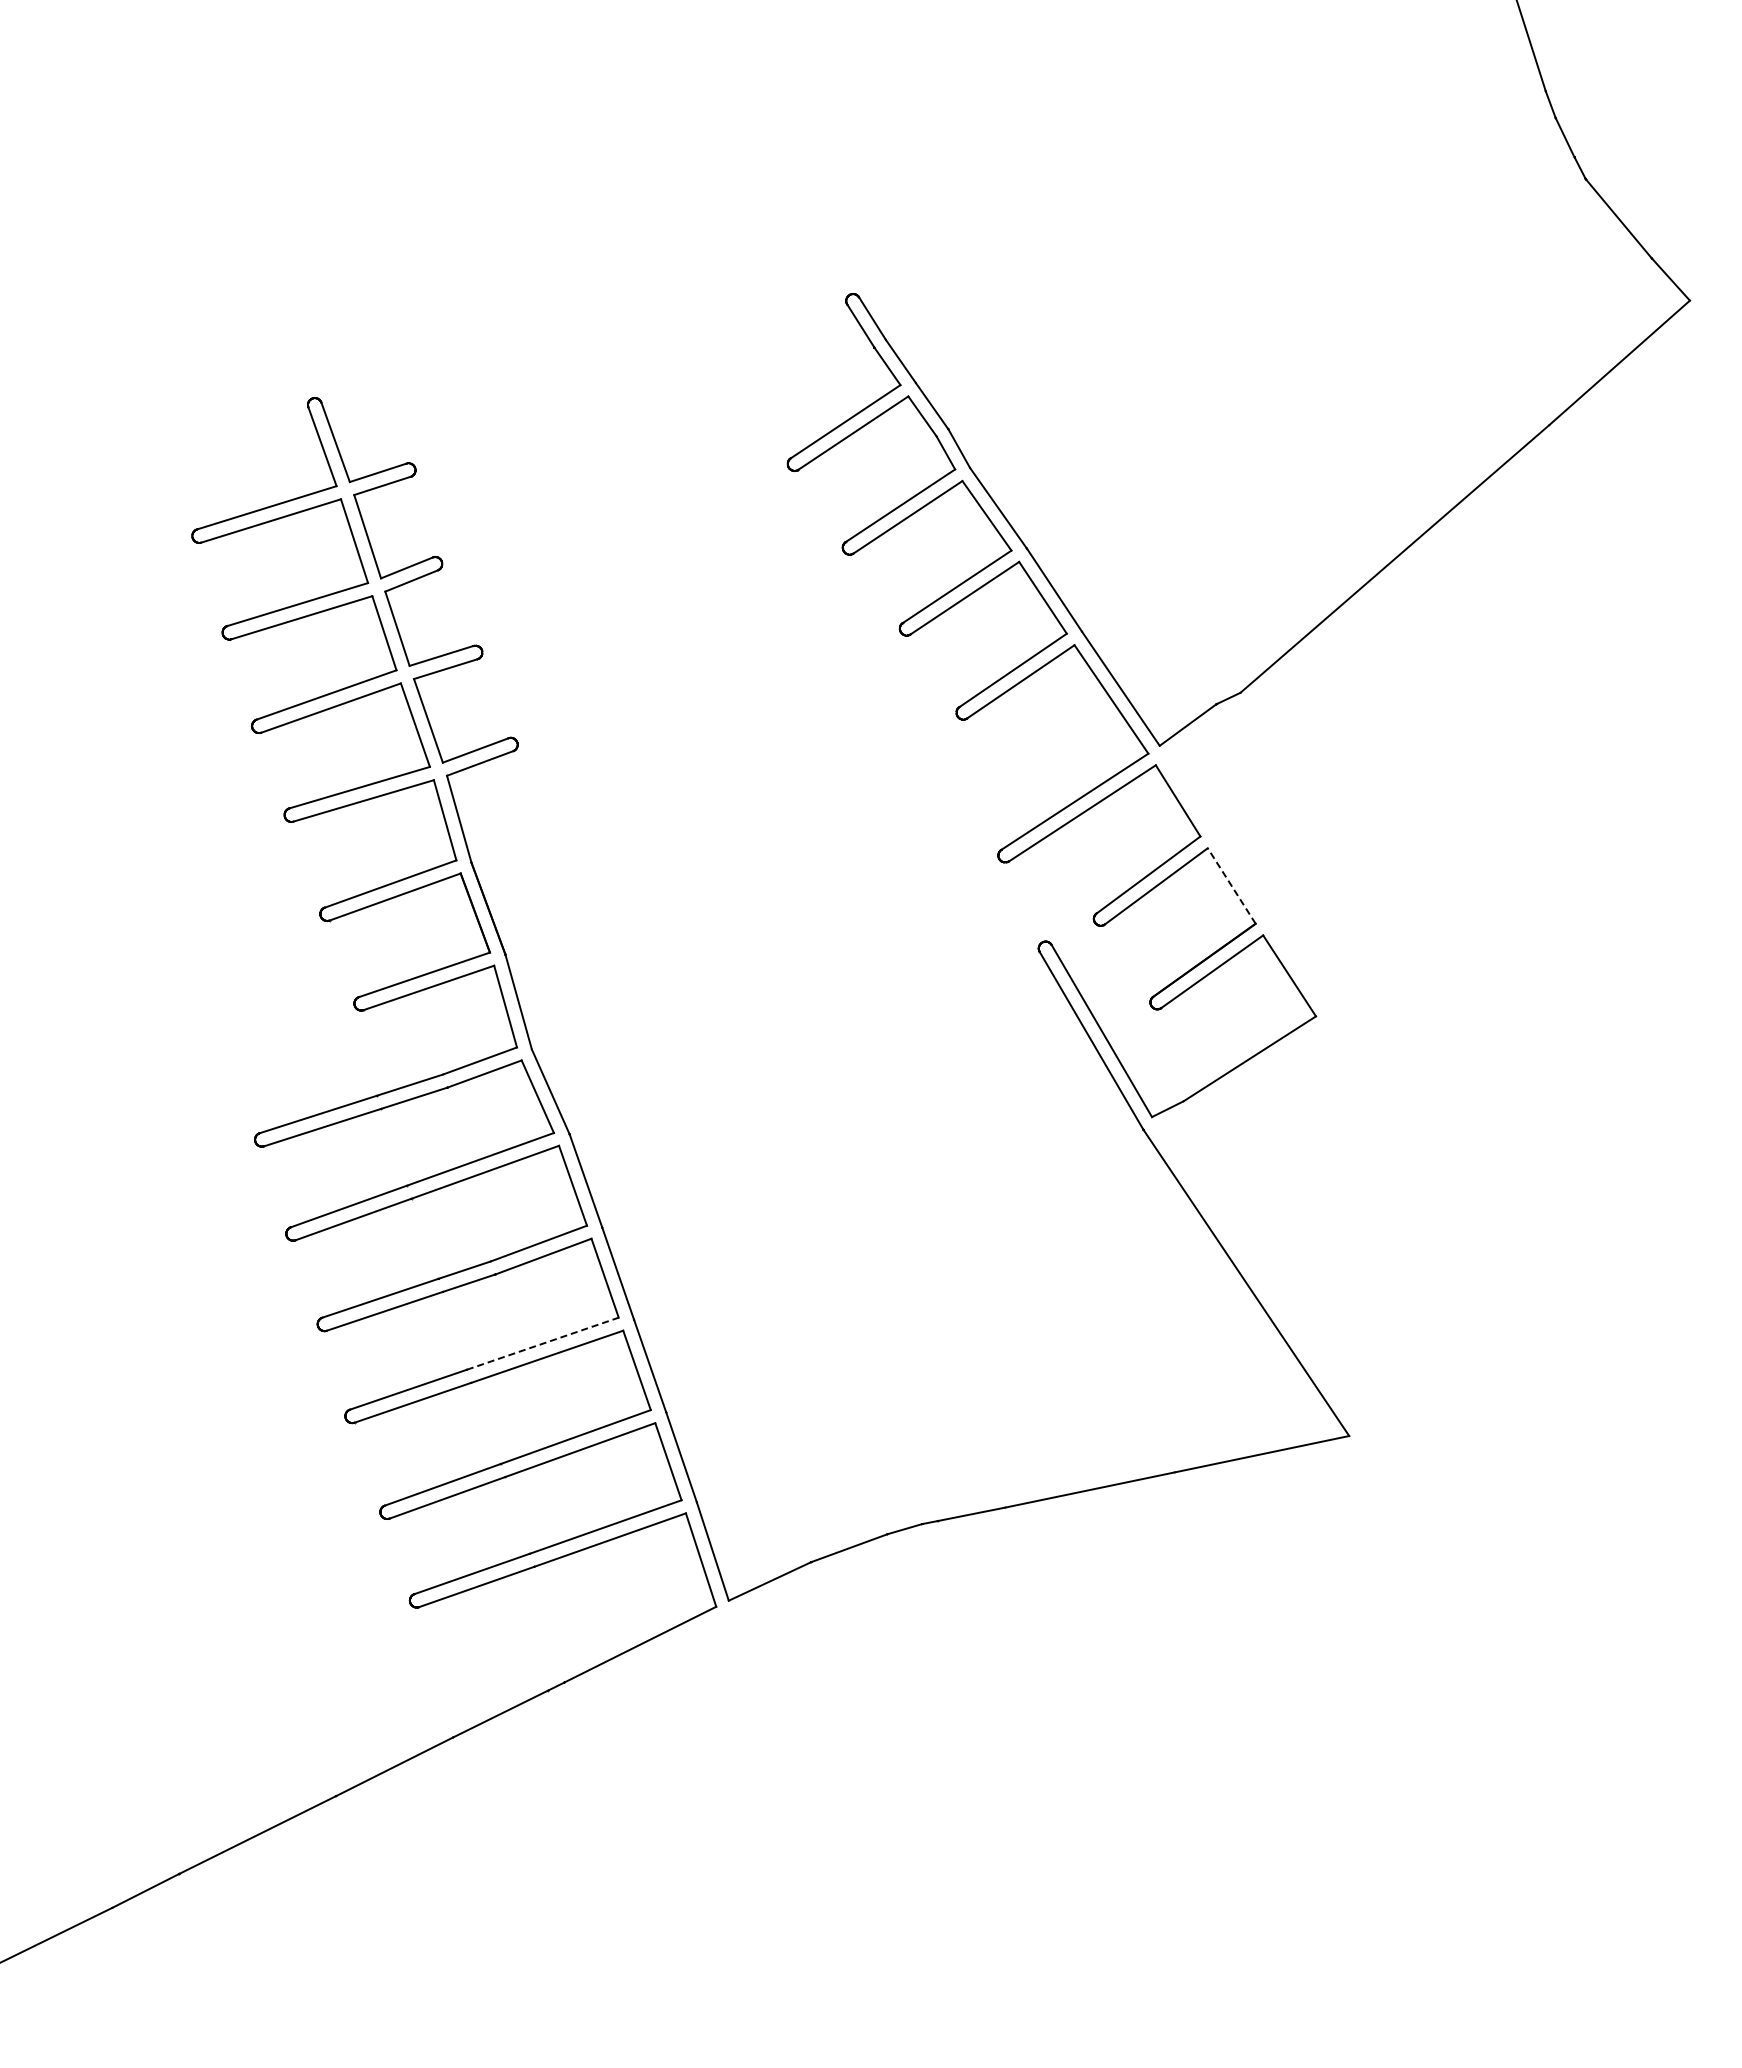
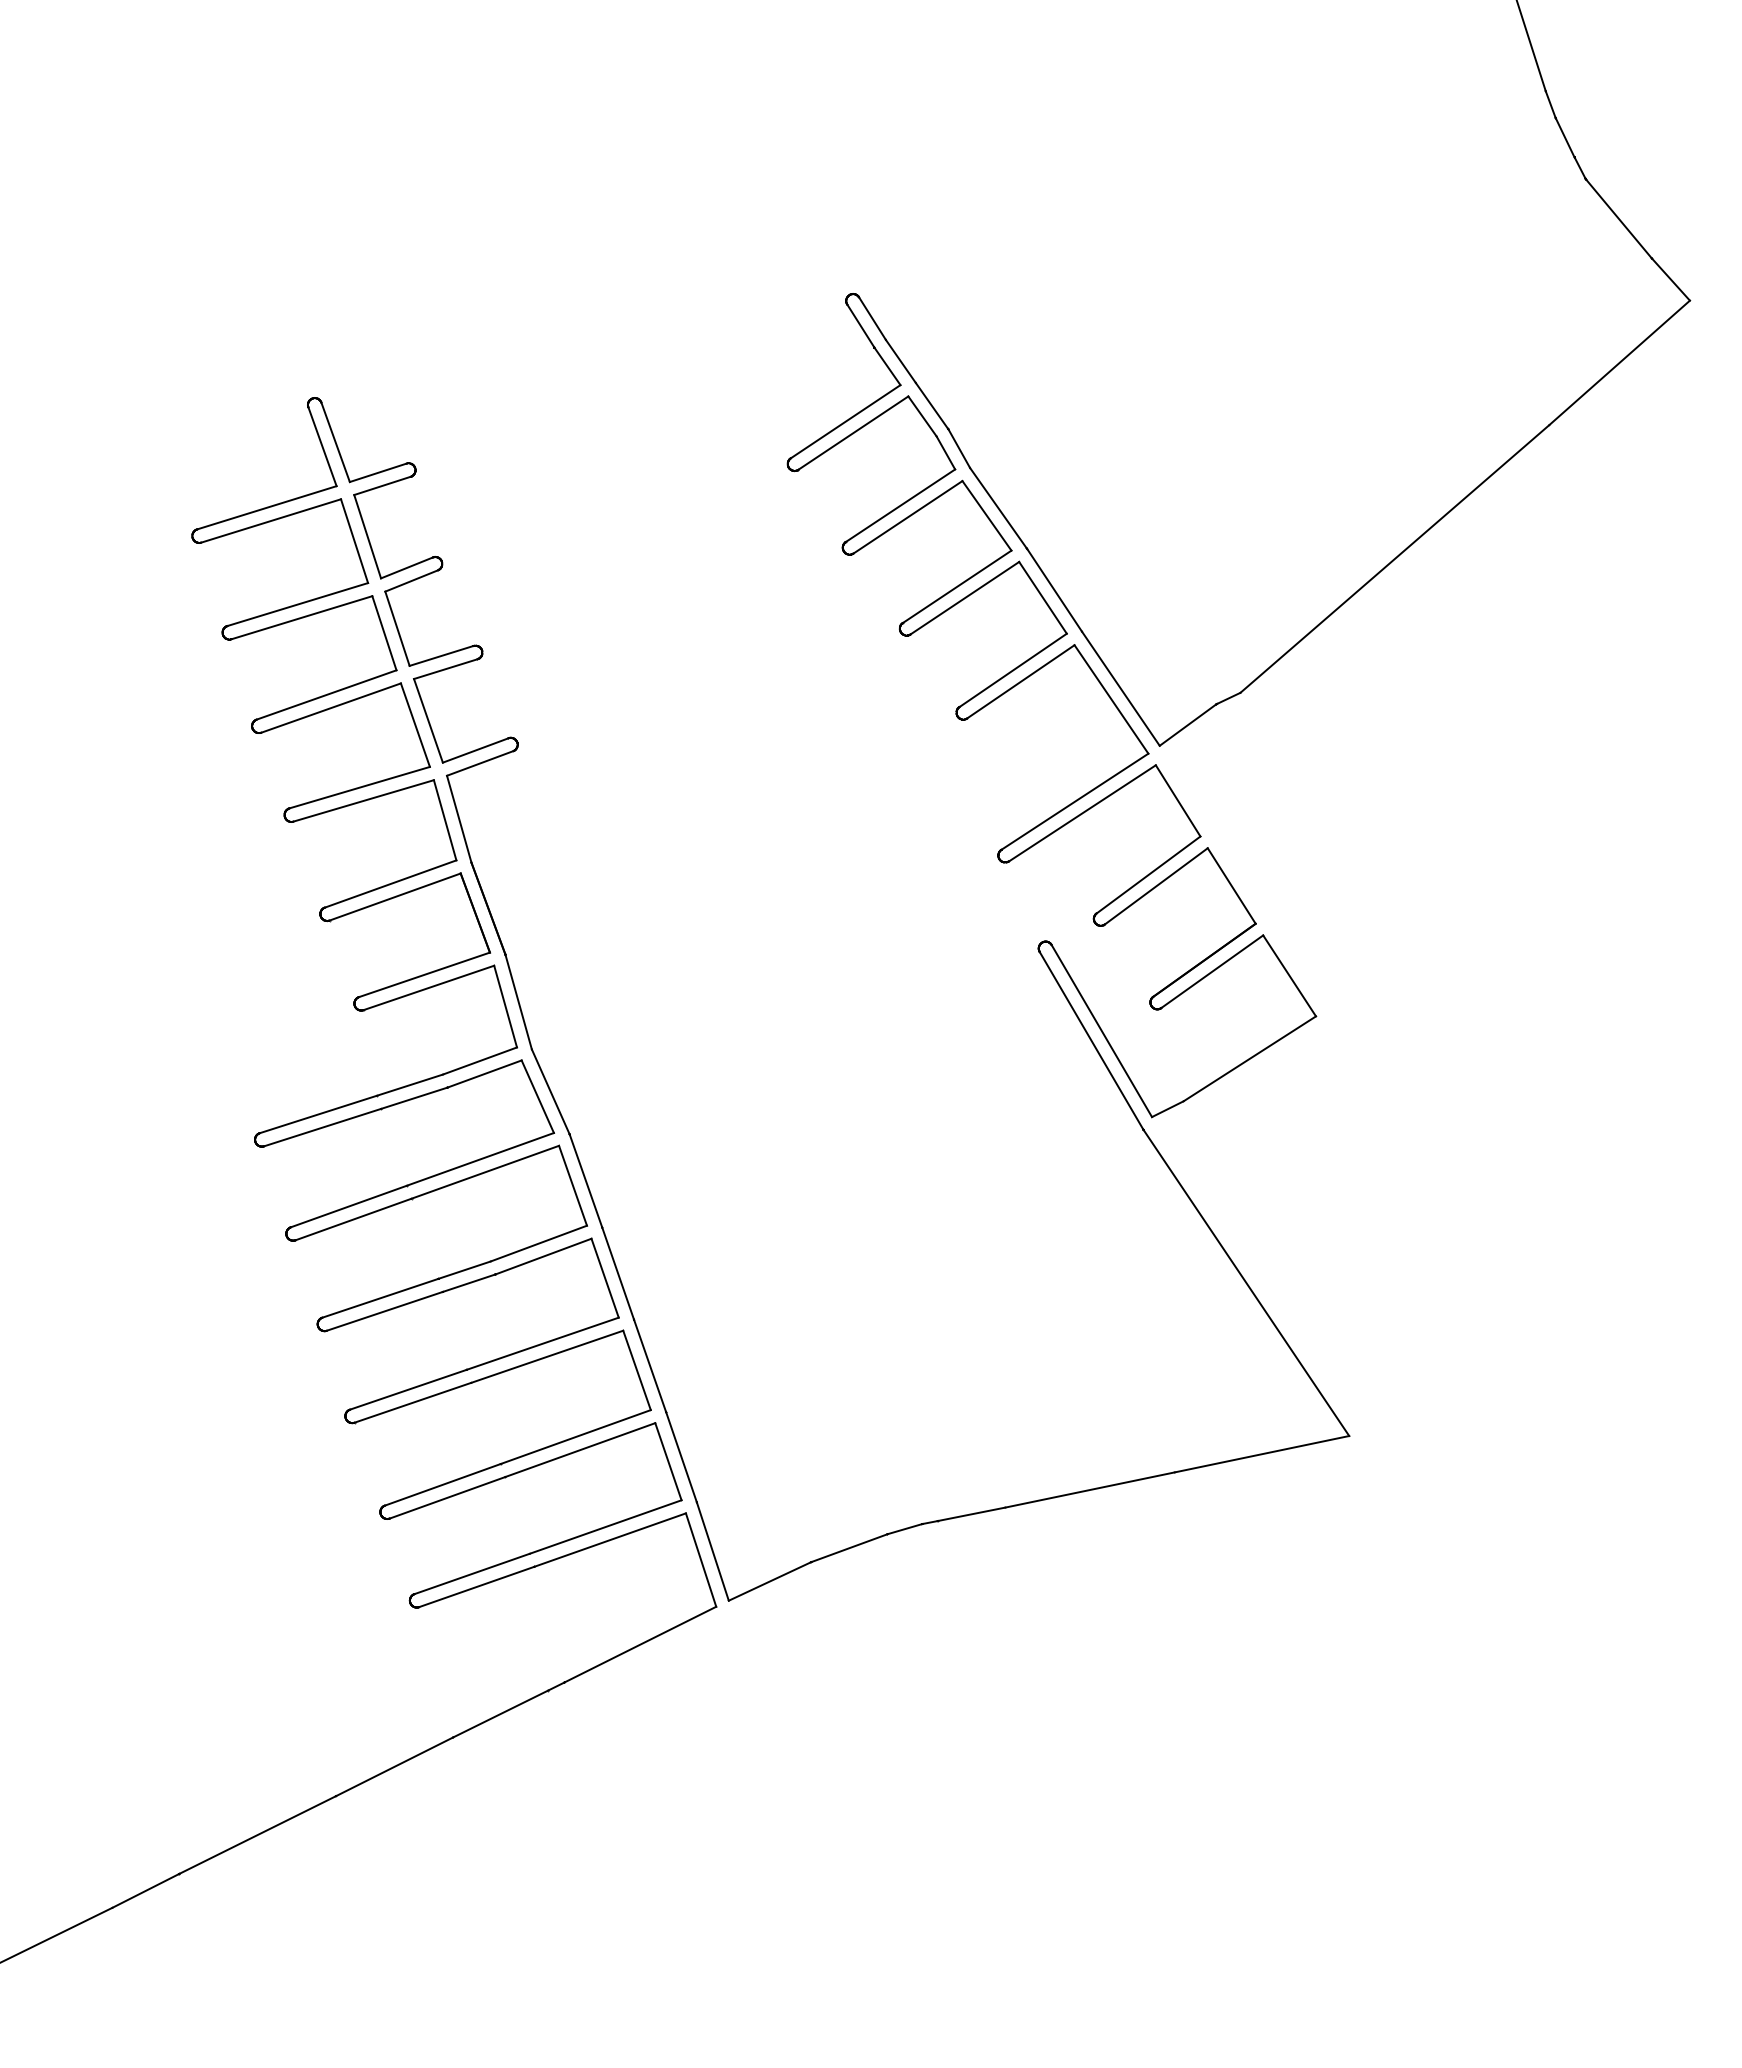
line at (1231, 886): dashed -> solid
line at (543, 1343): dashed -> solid
